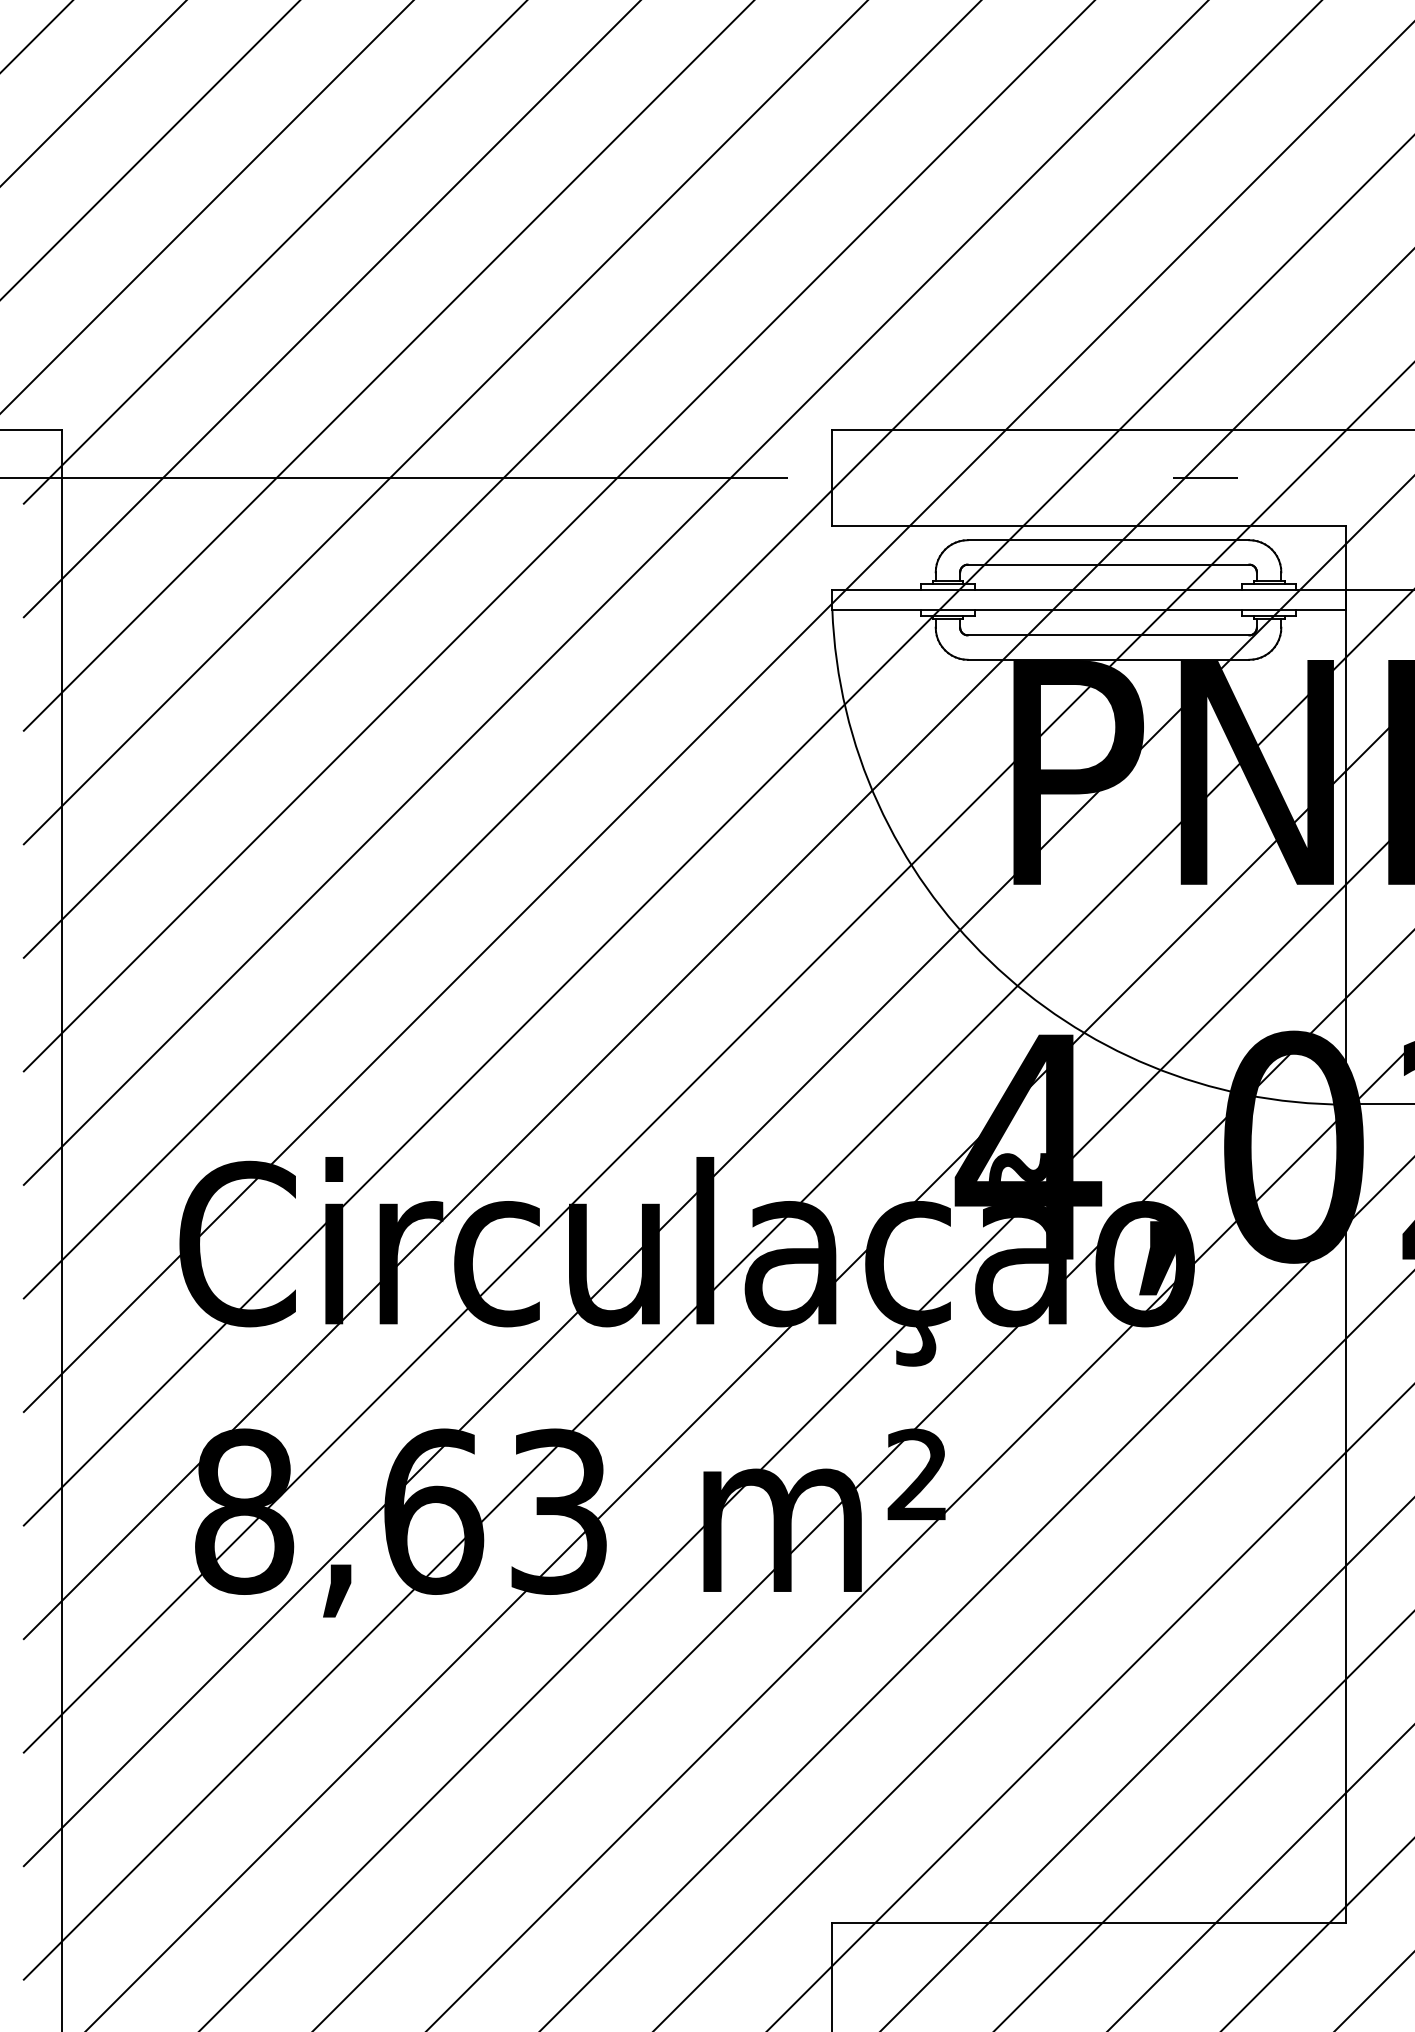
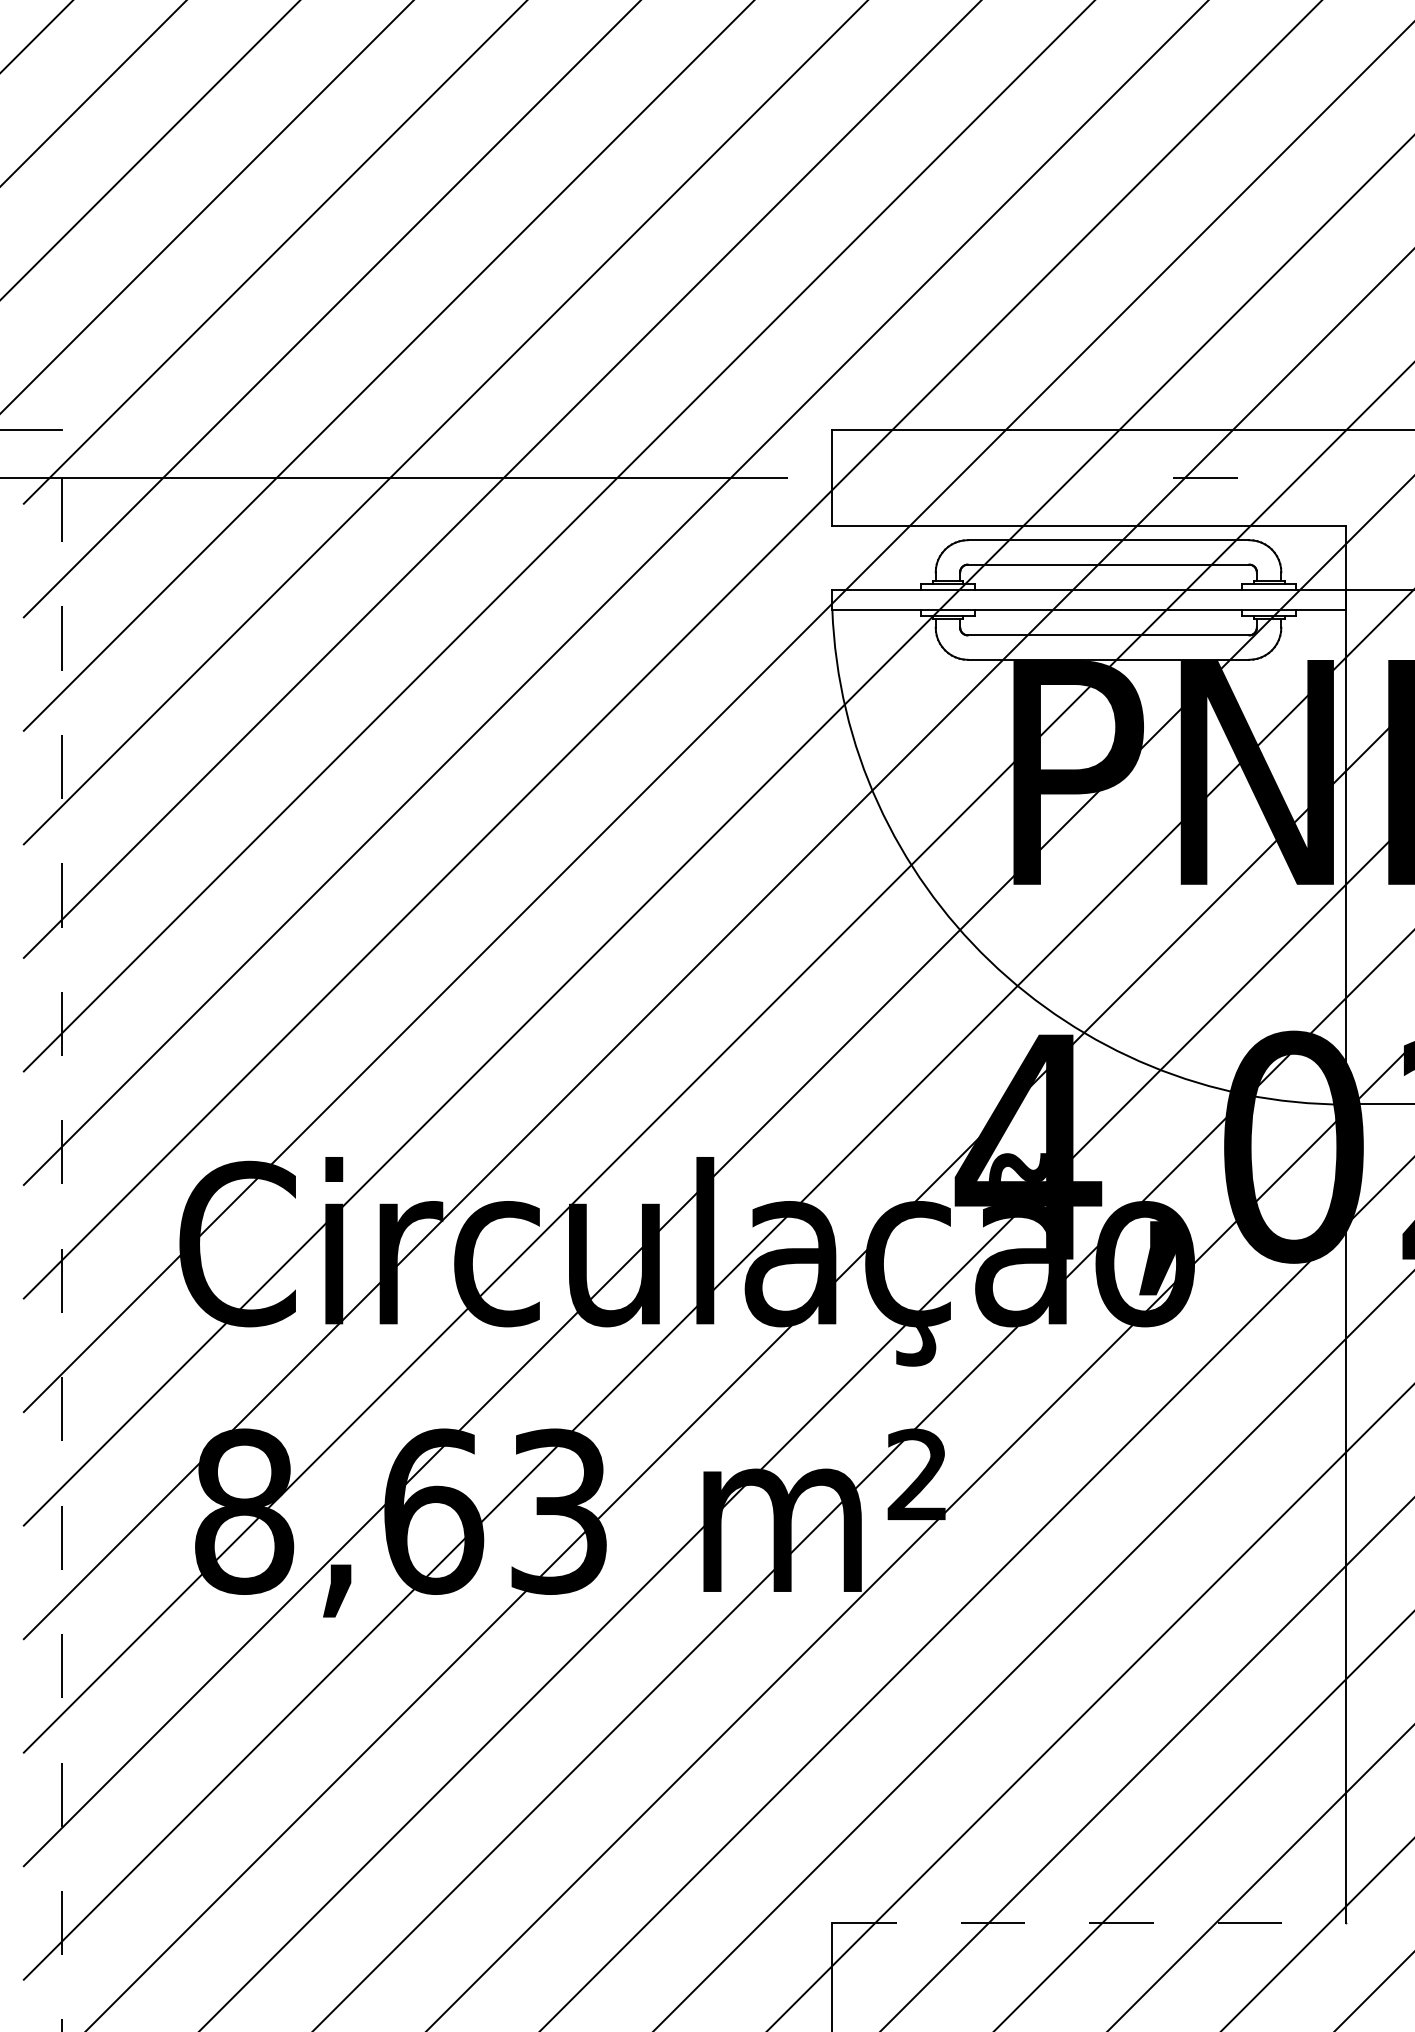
line at (61, 1230): solid -> dashed
line at (1089, 1922): solid -> dashed
